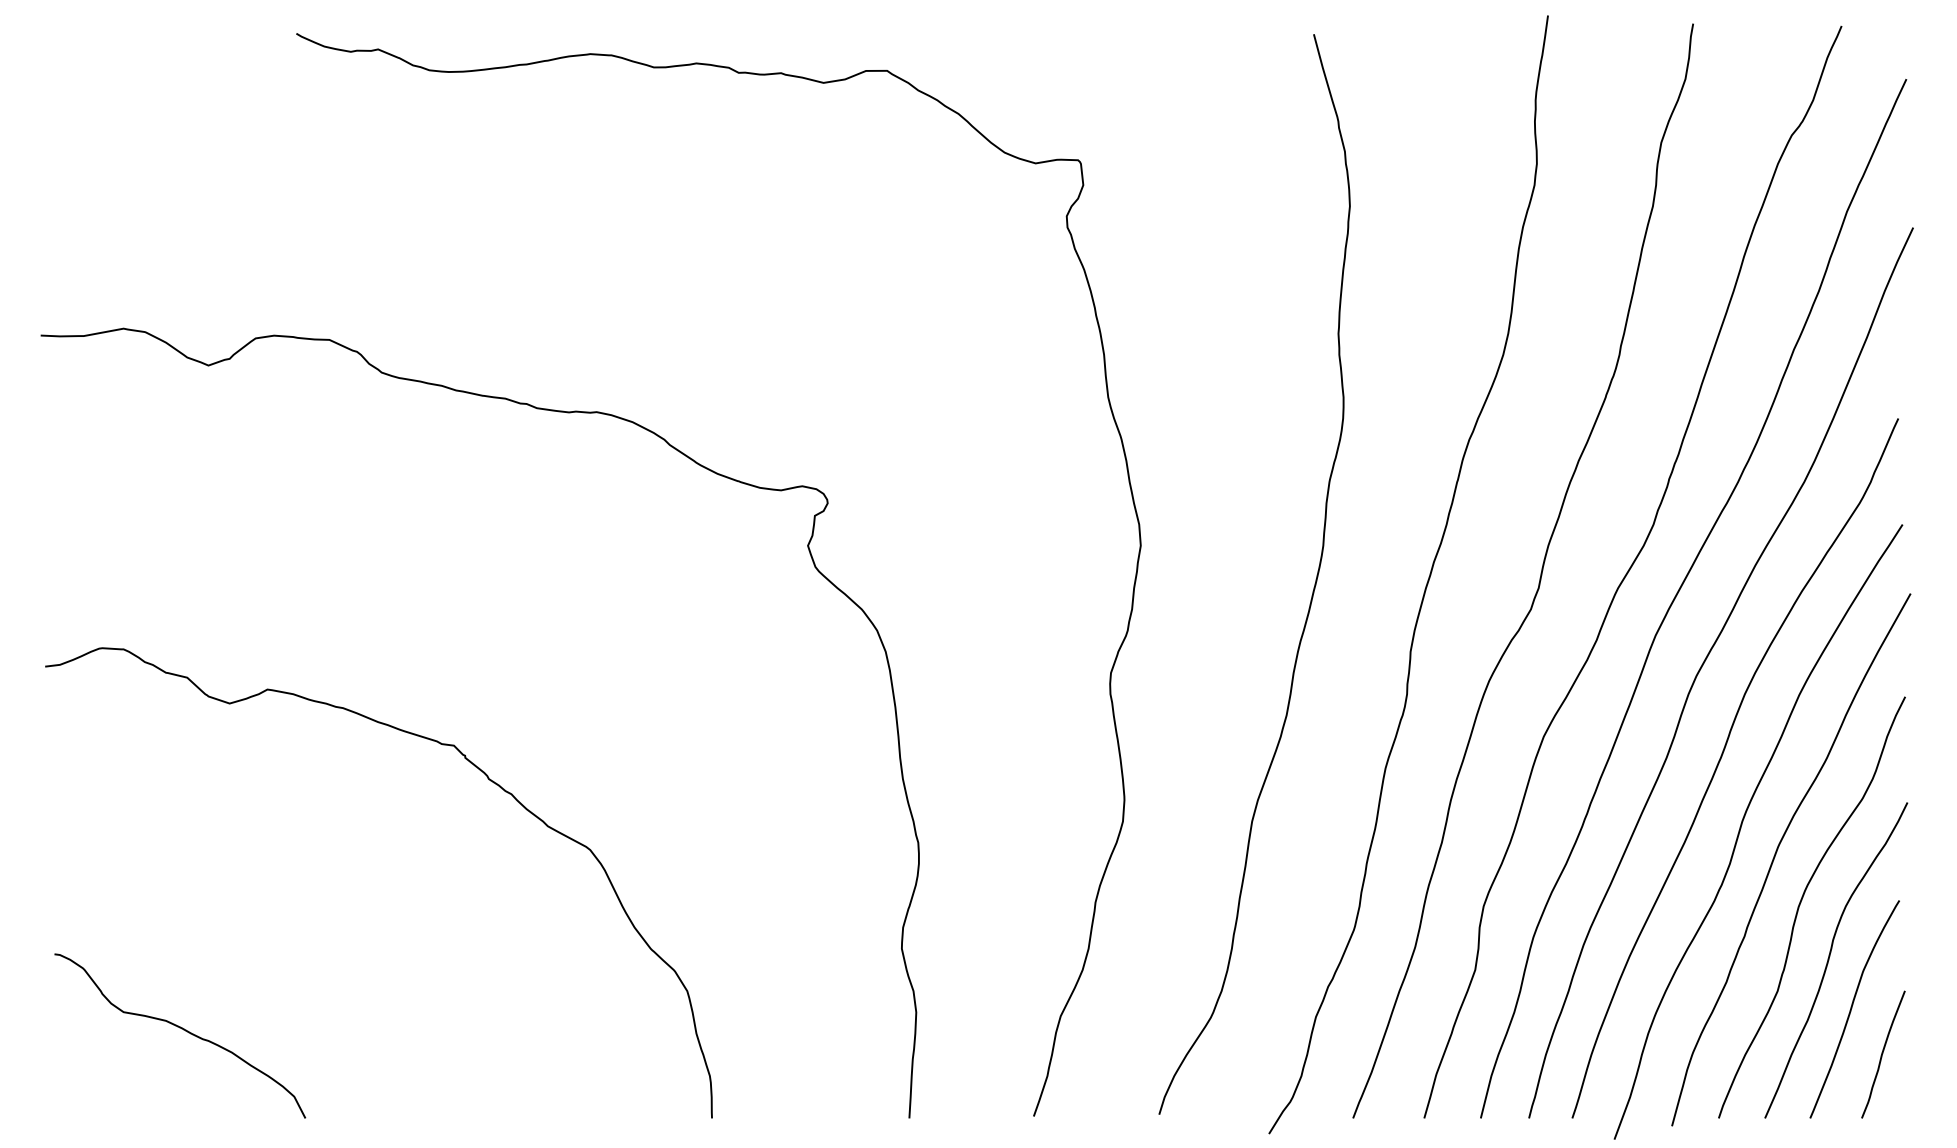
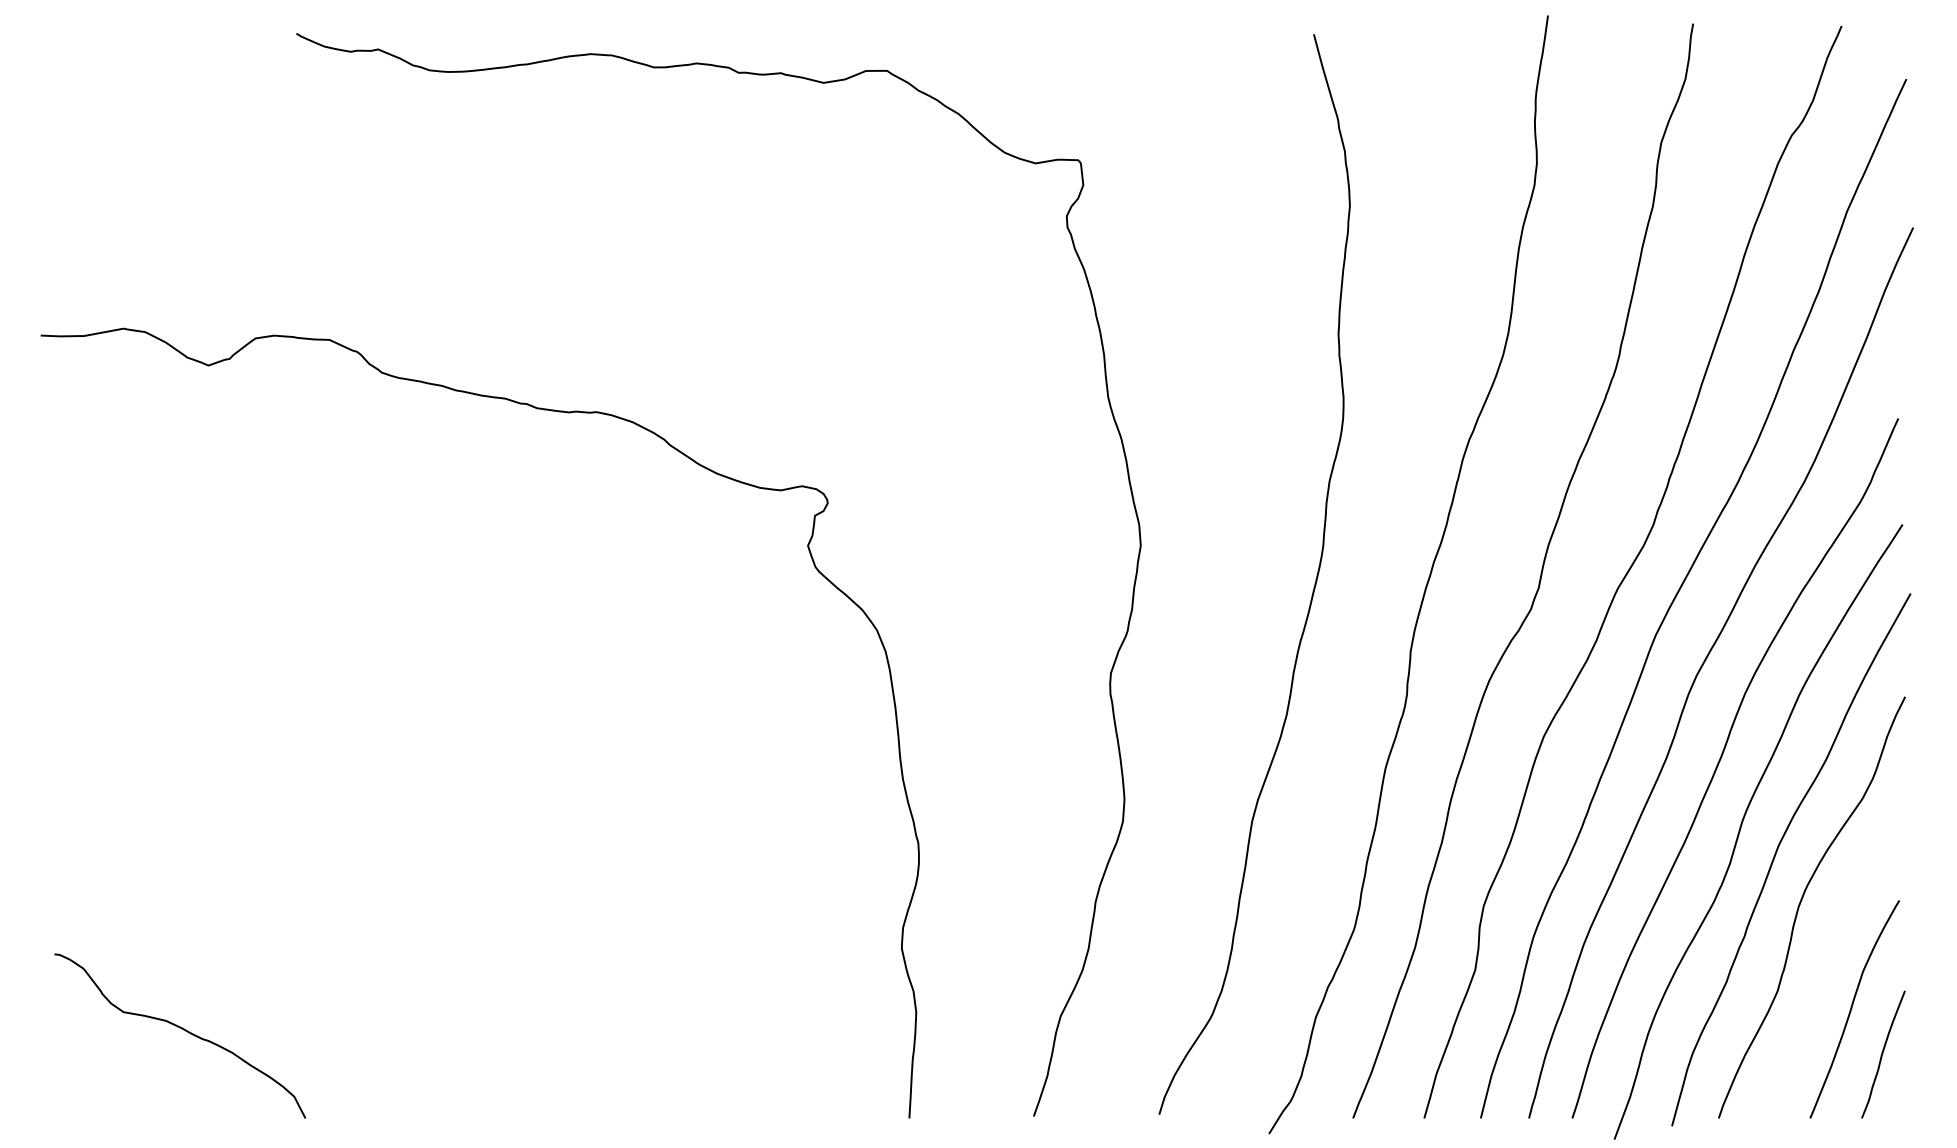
curve at (470, 763): present -> none
curve at (1829, 960): present -> none
